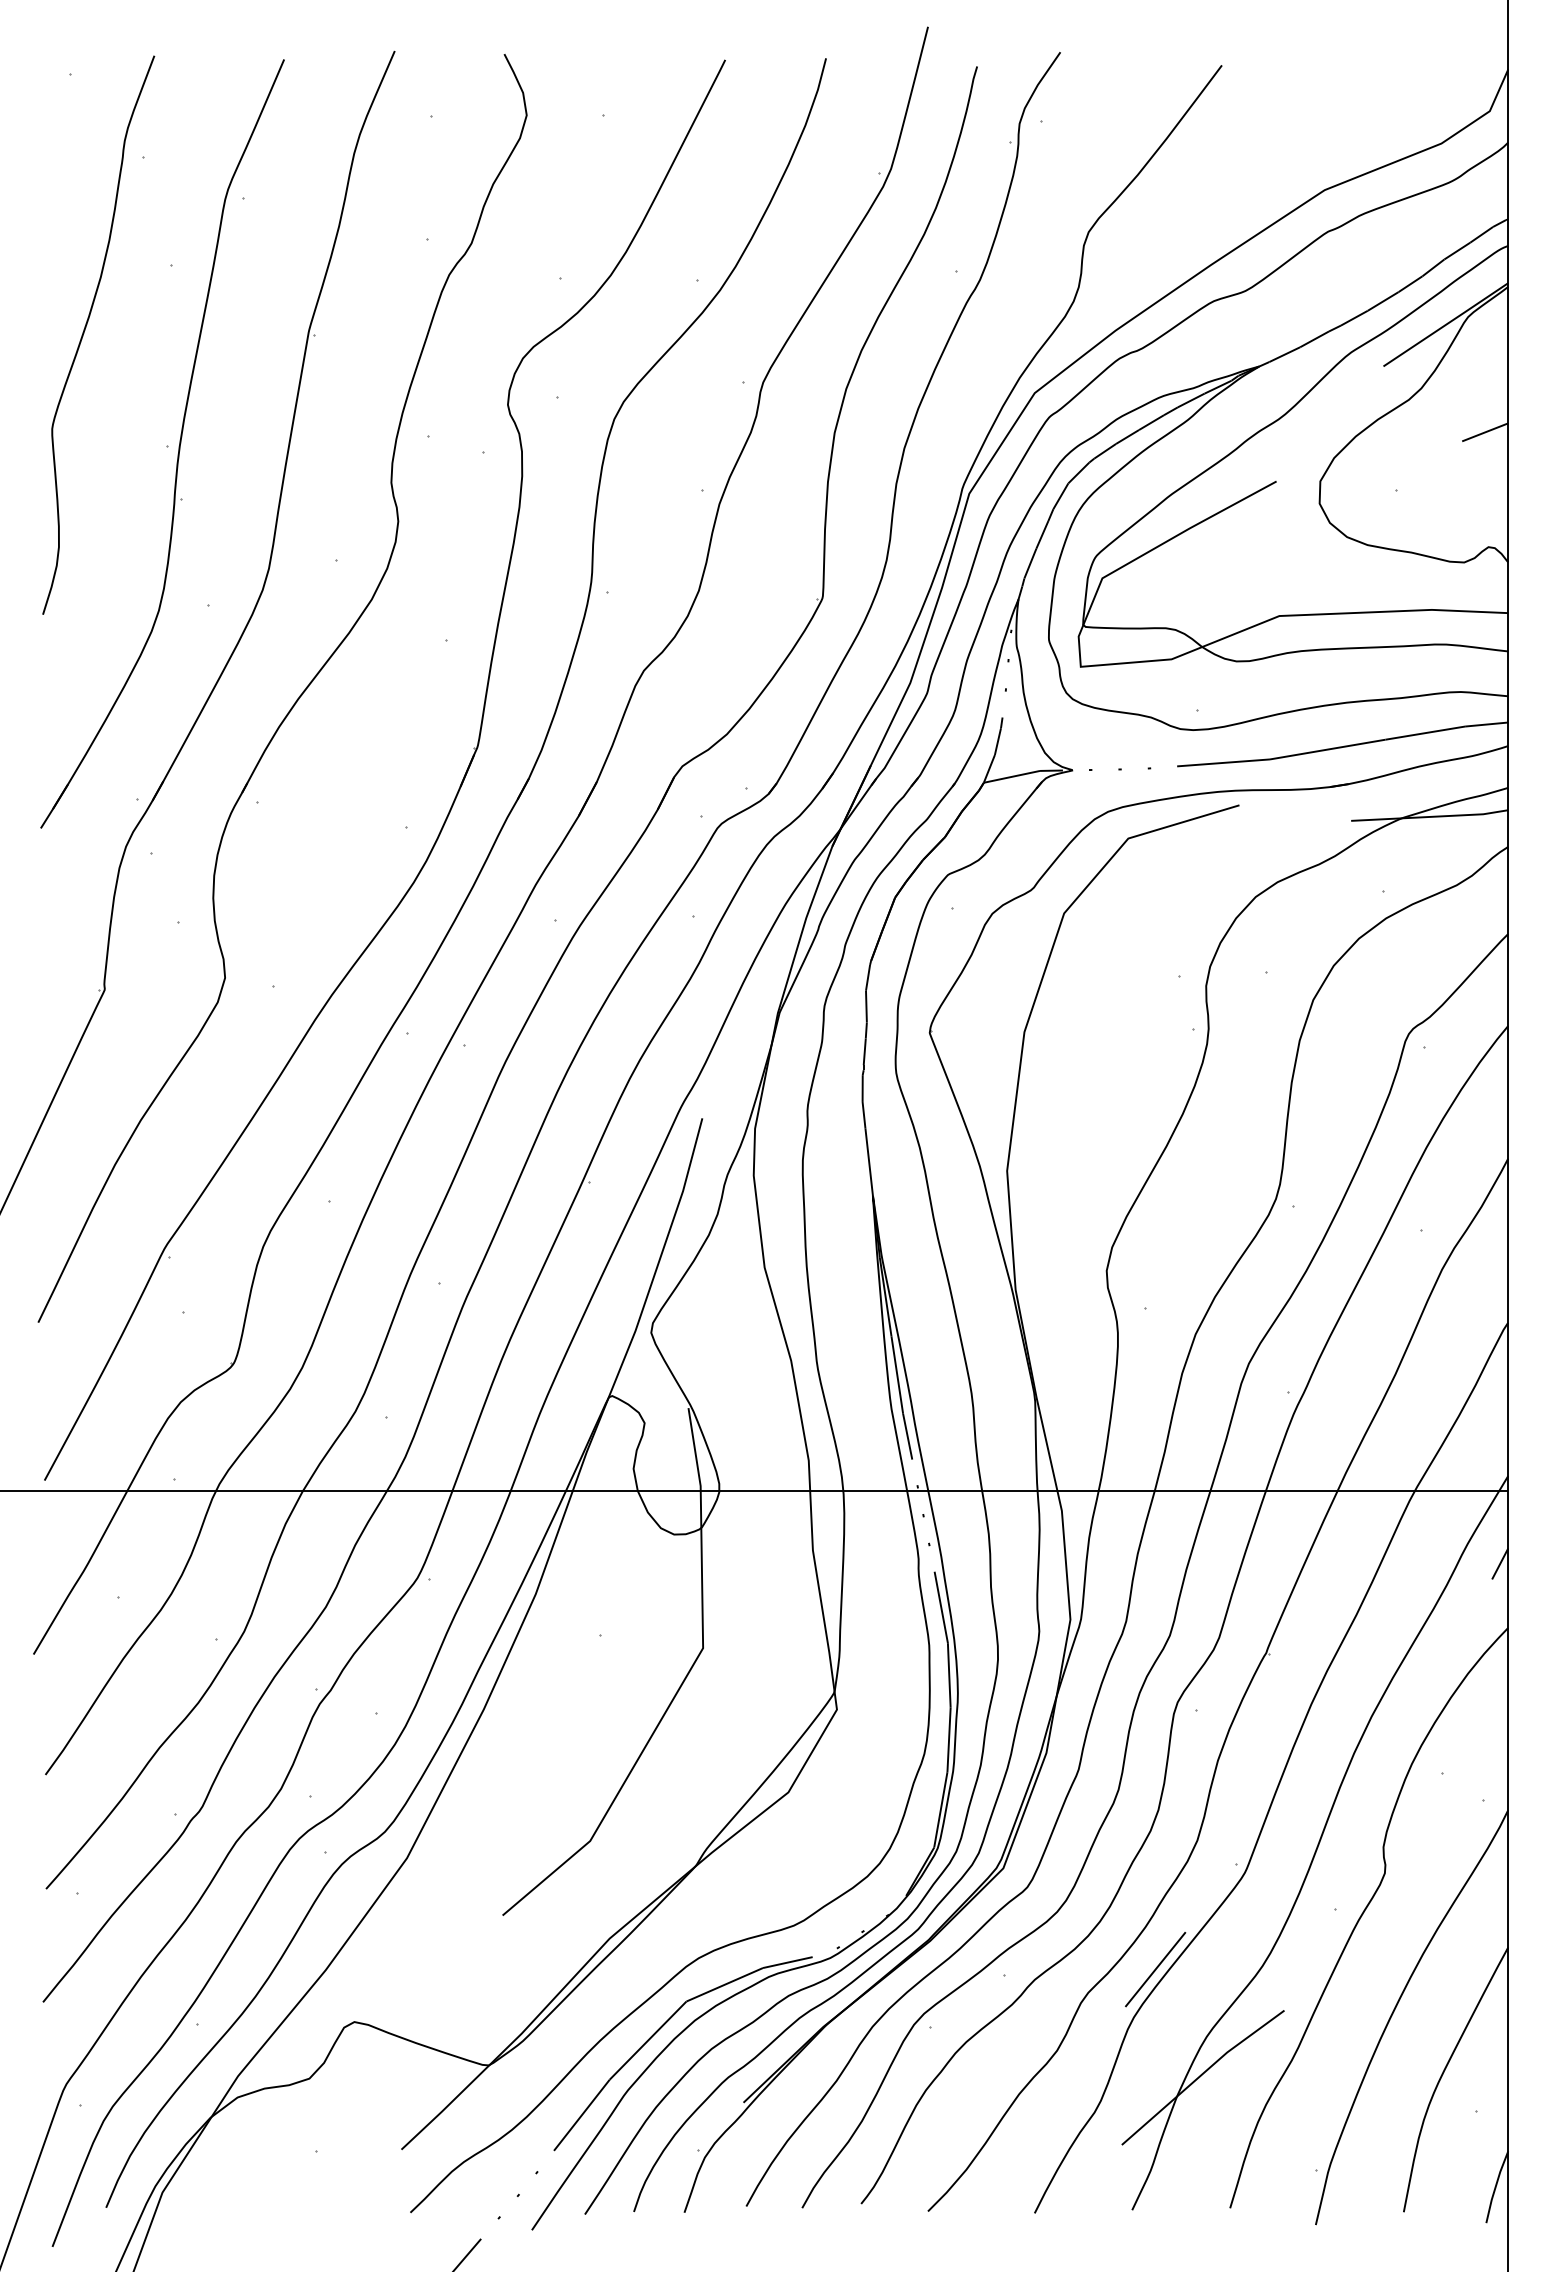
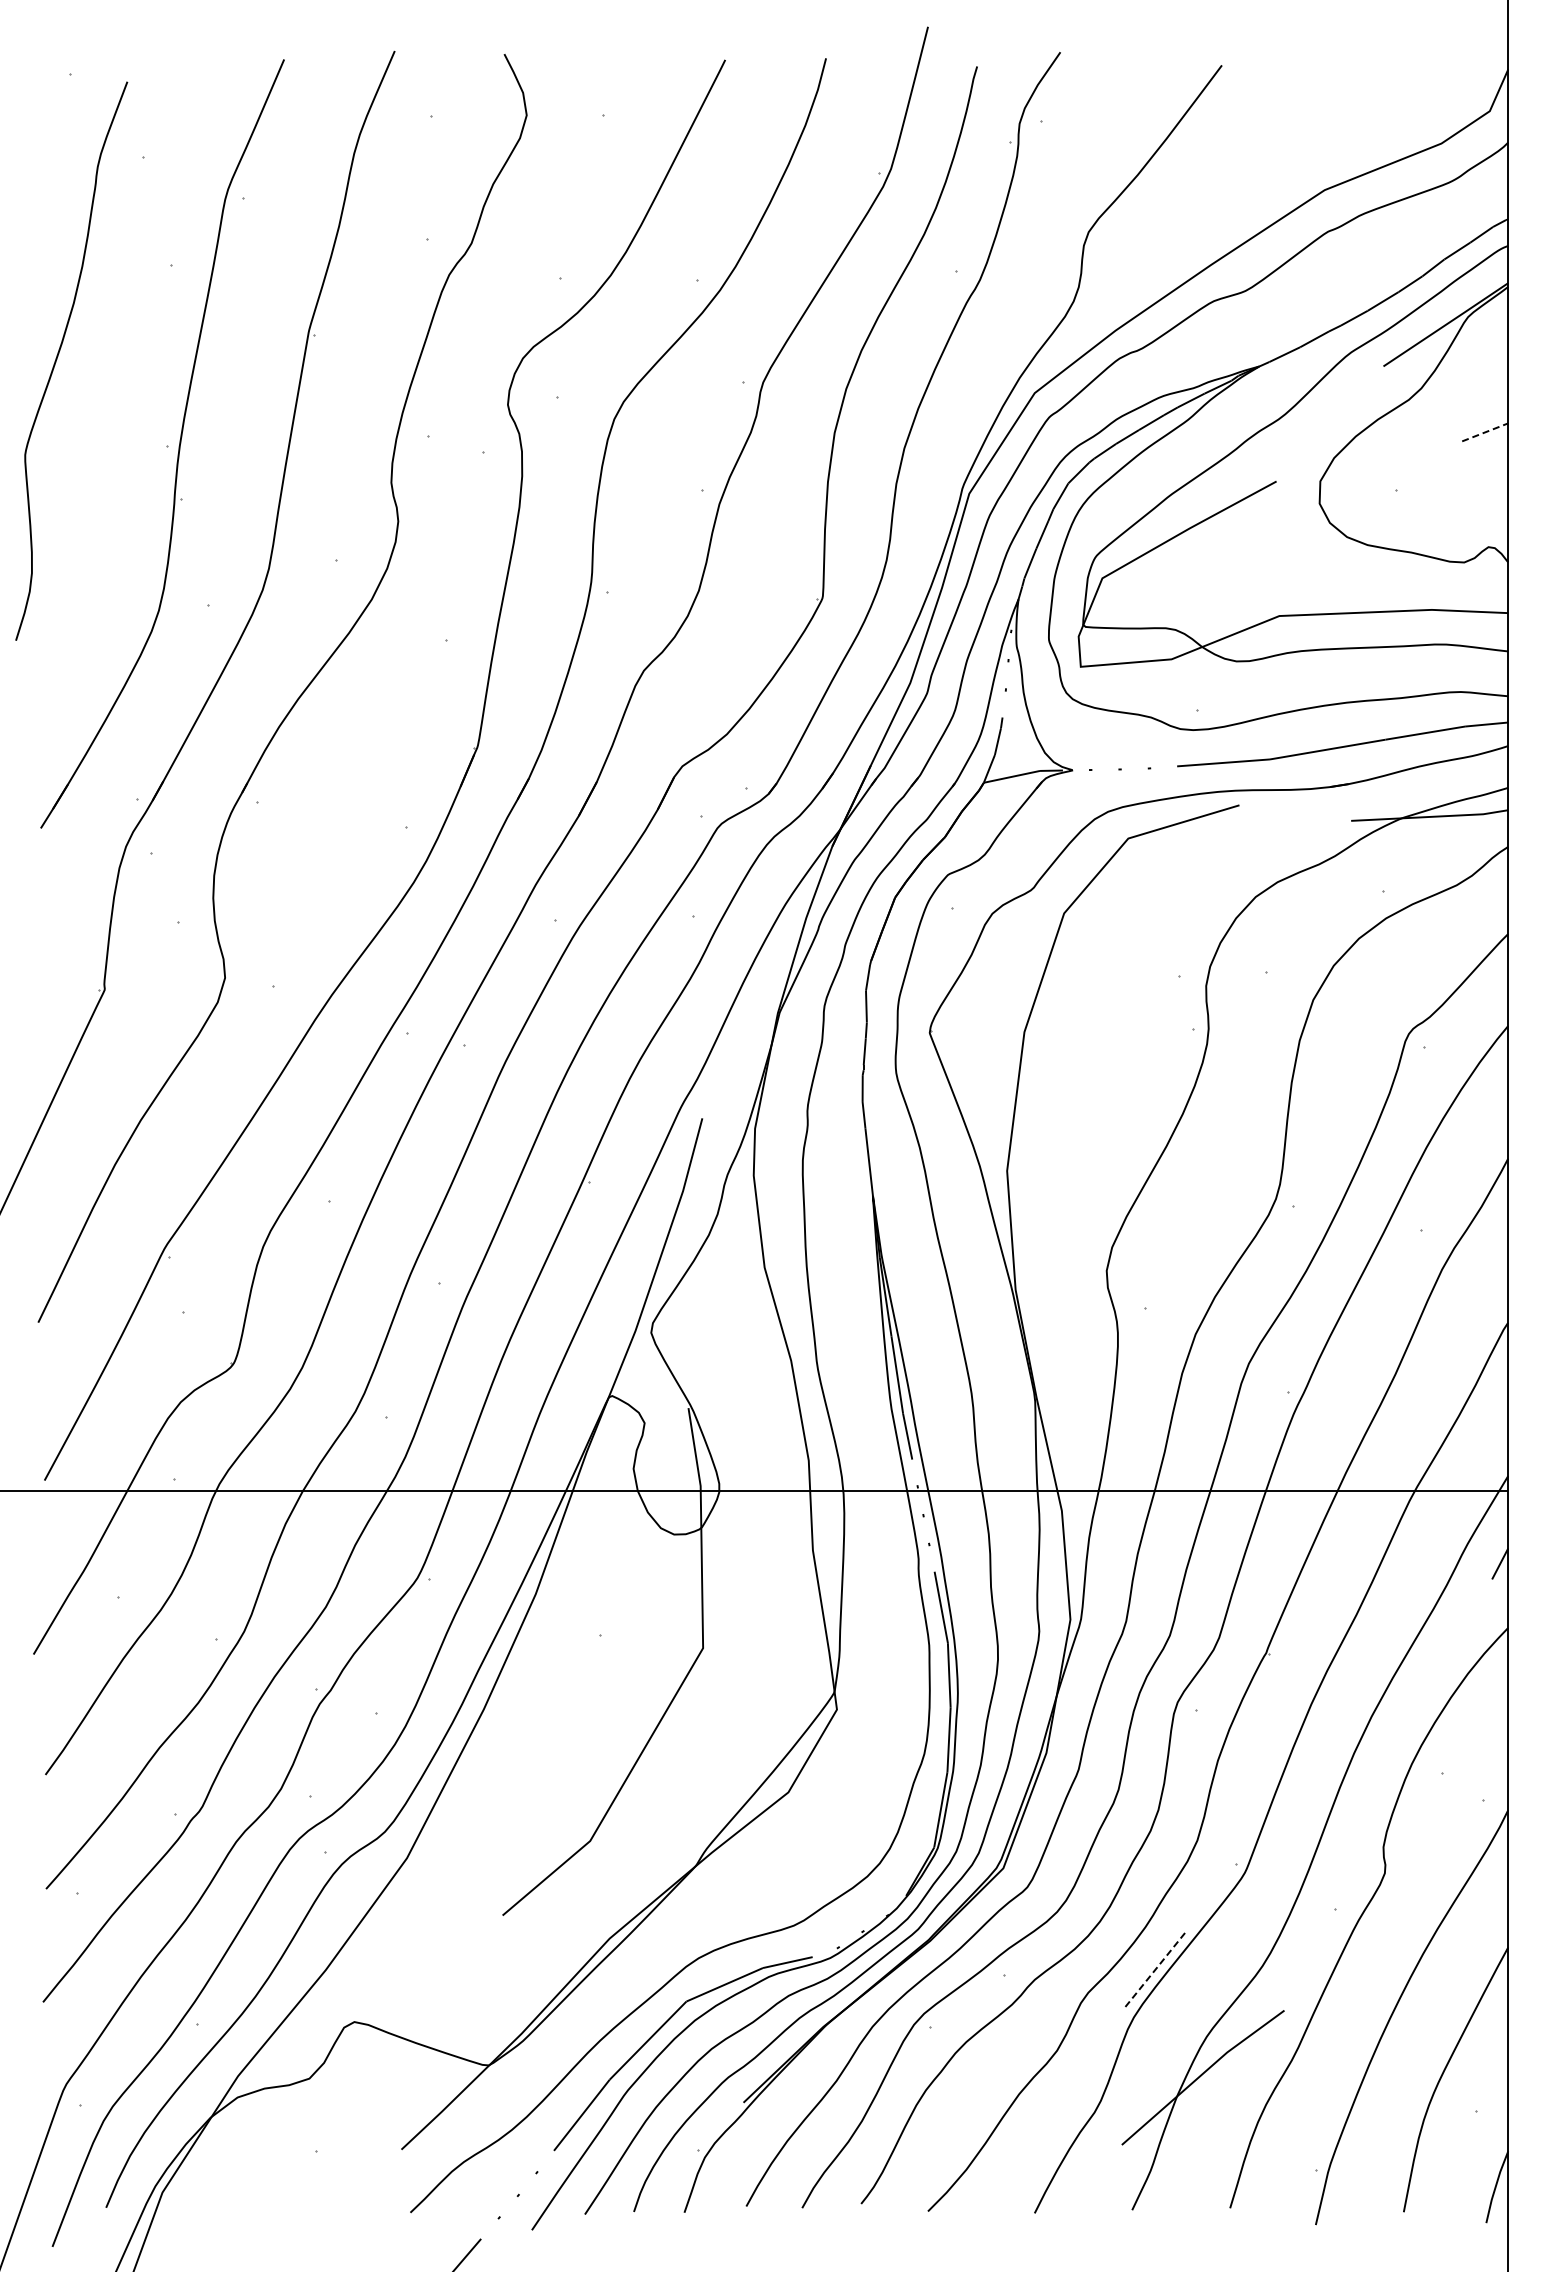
curve at (85, 330) position: (85, 330) -> (58, 356)
line at (1485, 432): solid -> dashed
line at (1155, 1969): solid -> dashed
